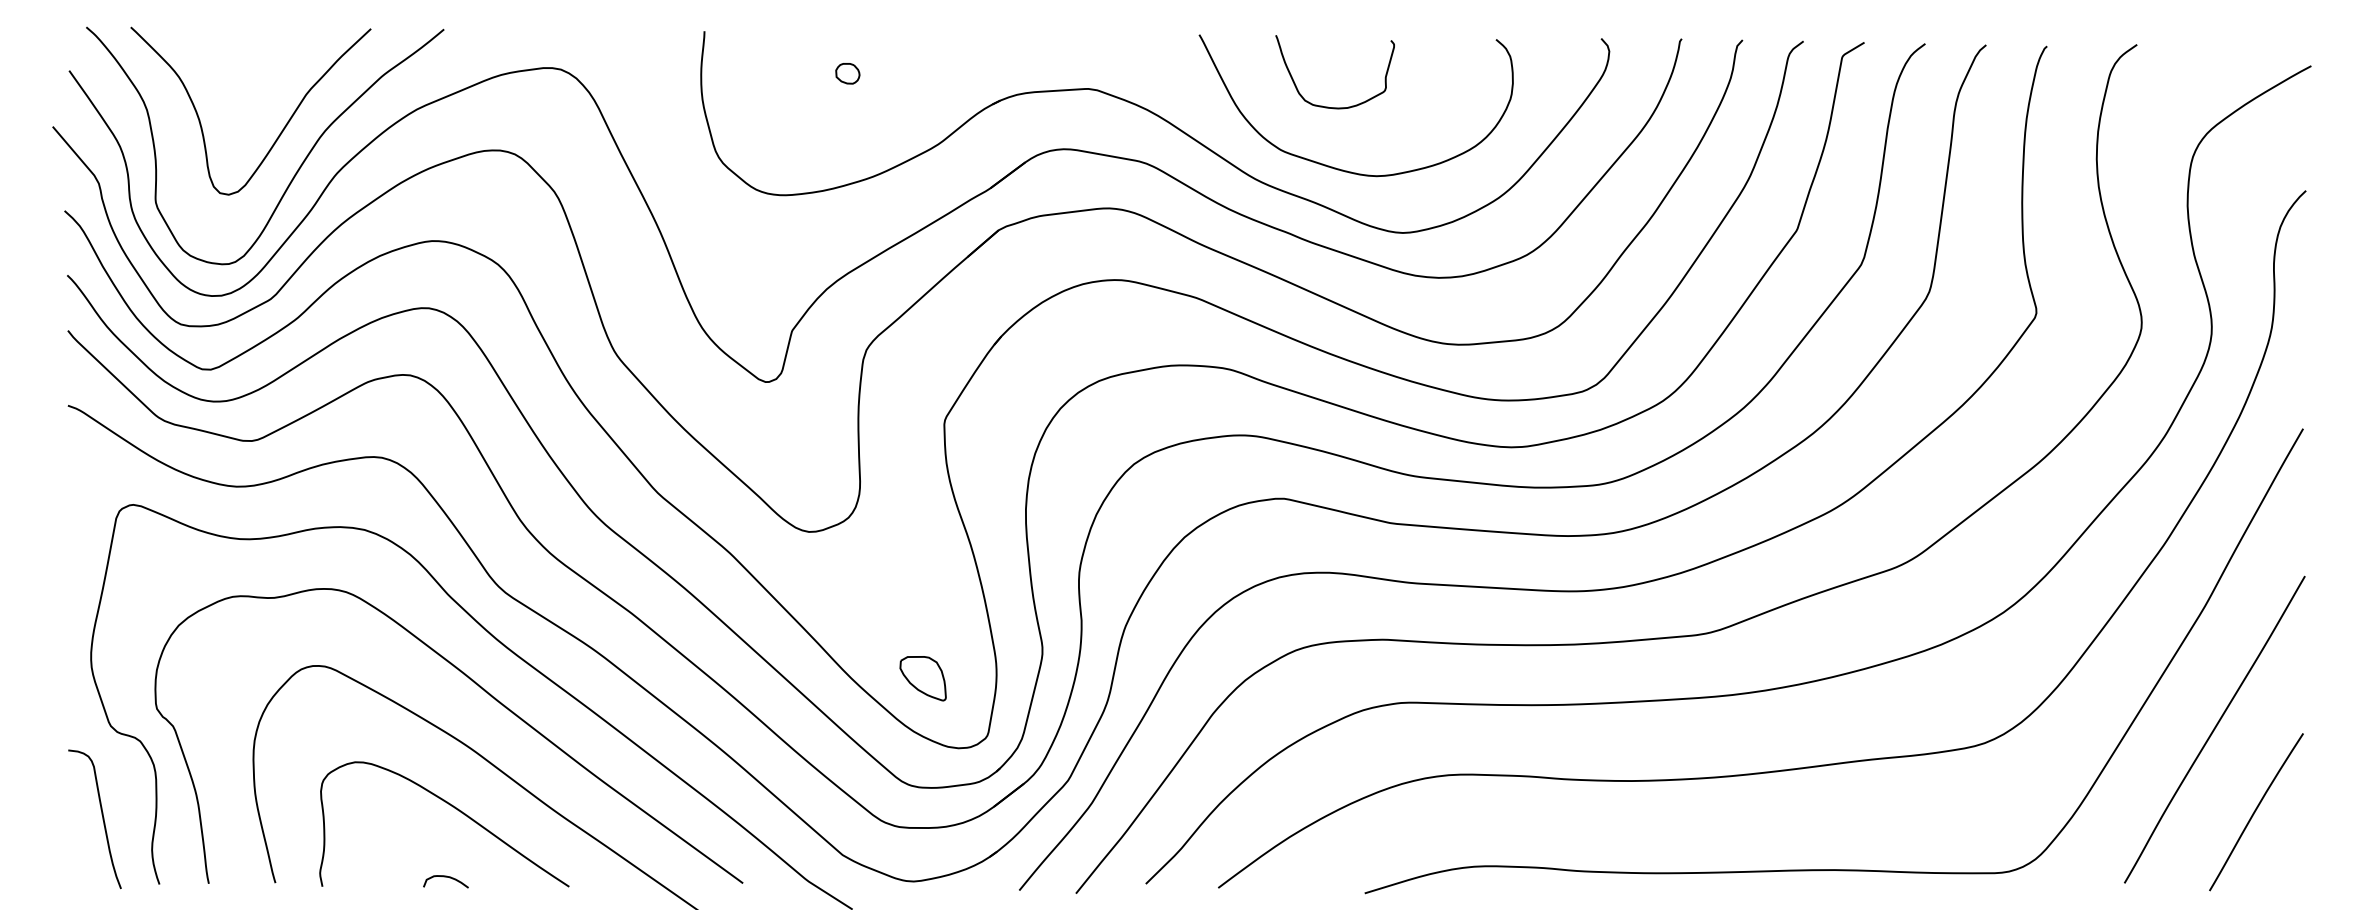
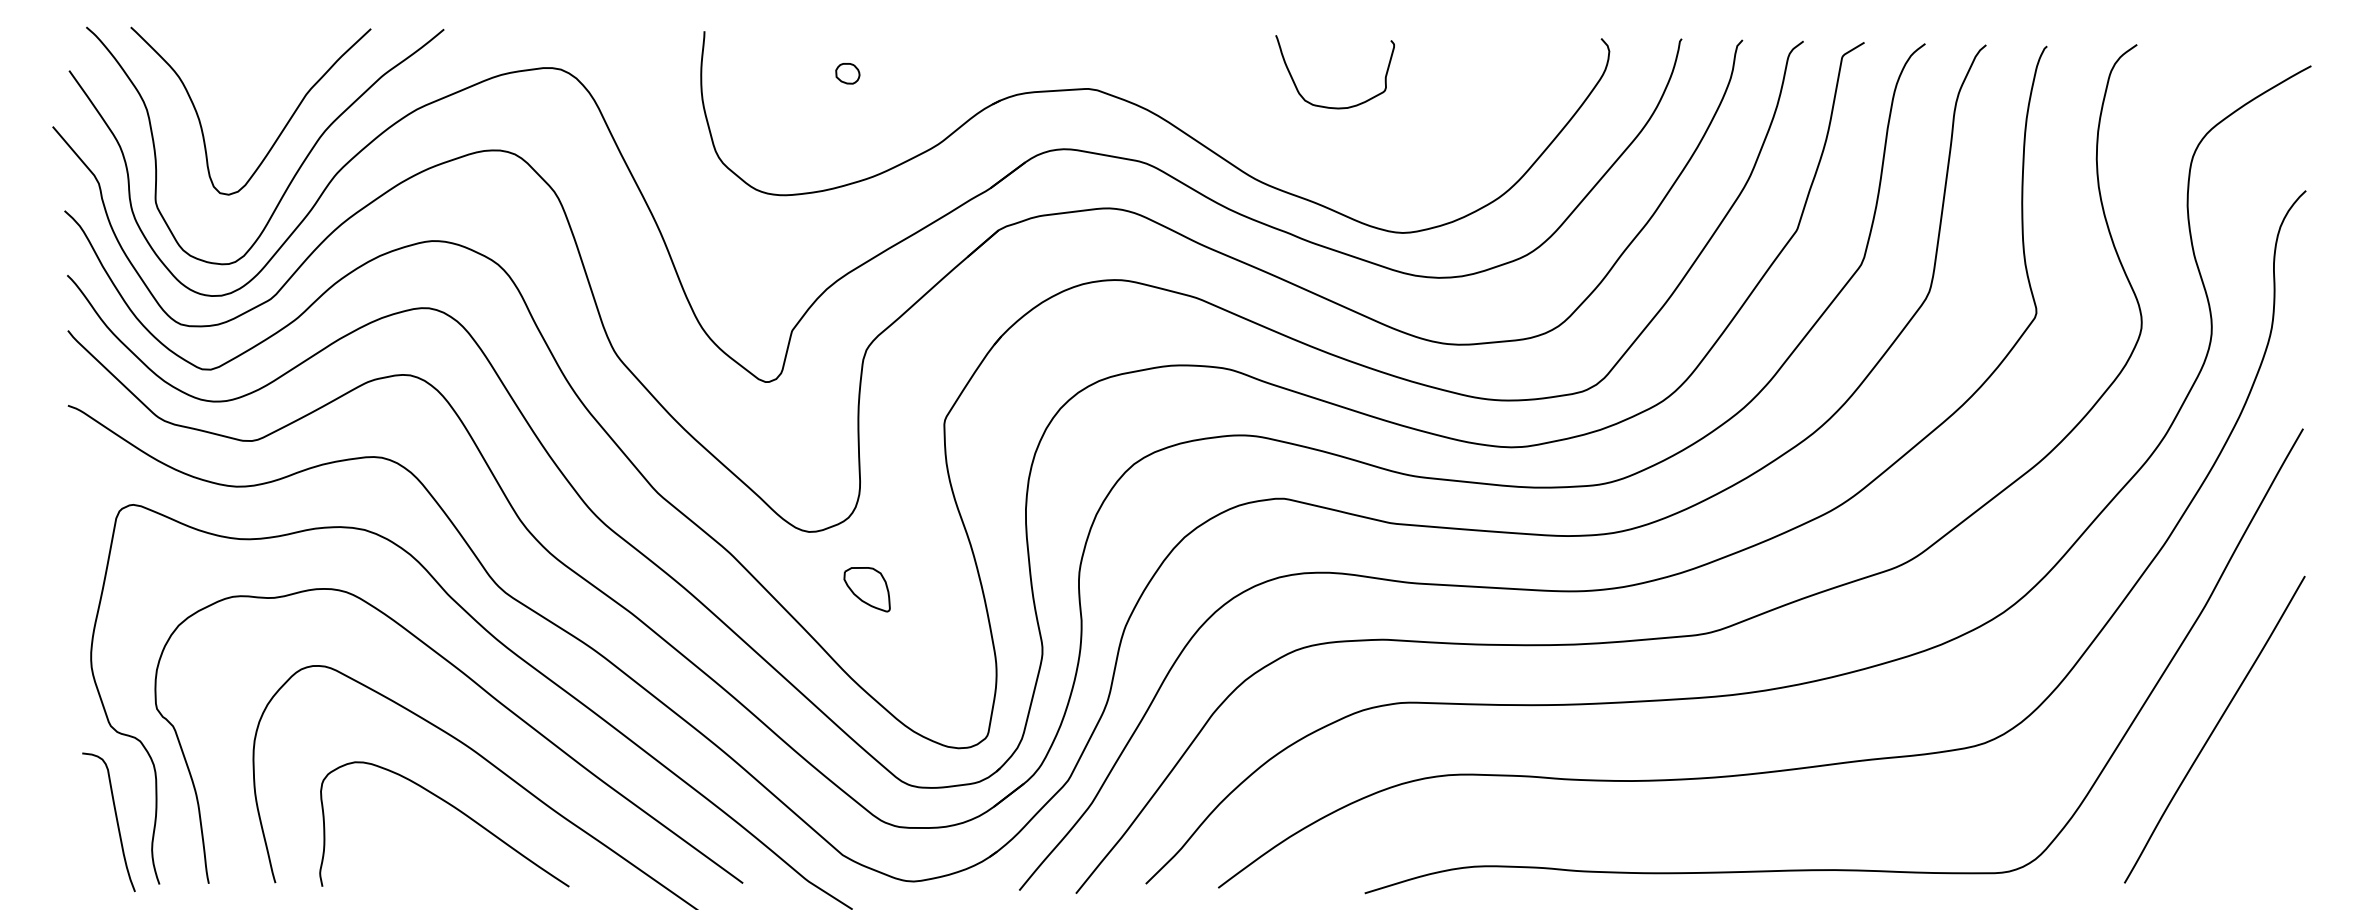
curve at (1339, 168): present -> none
part at (922, 678) position: (922, 678) -> (866, 589)
curve at (2255, 812): present -> none
curve at (102, 819) position: (102, 819) -> (116, 822)
curve at (445, 877): present -> none
